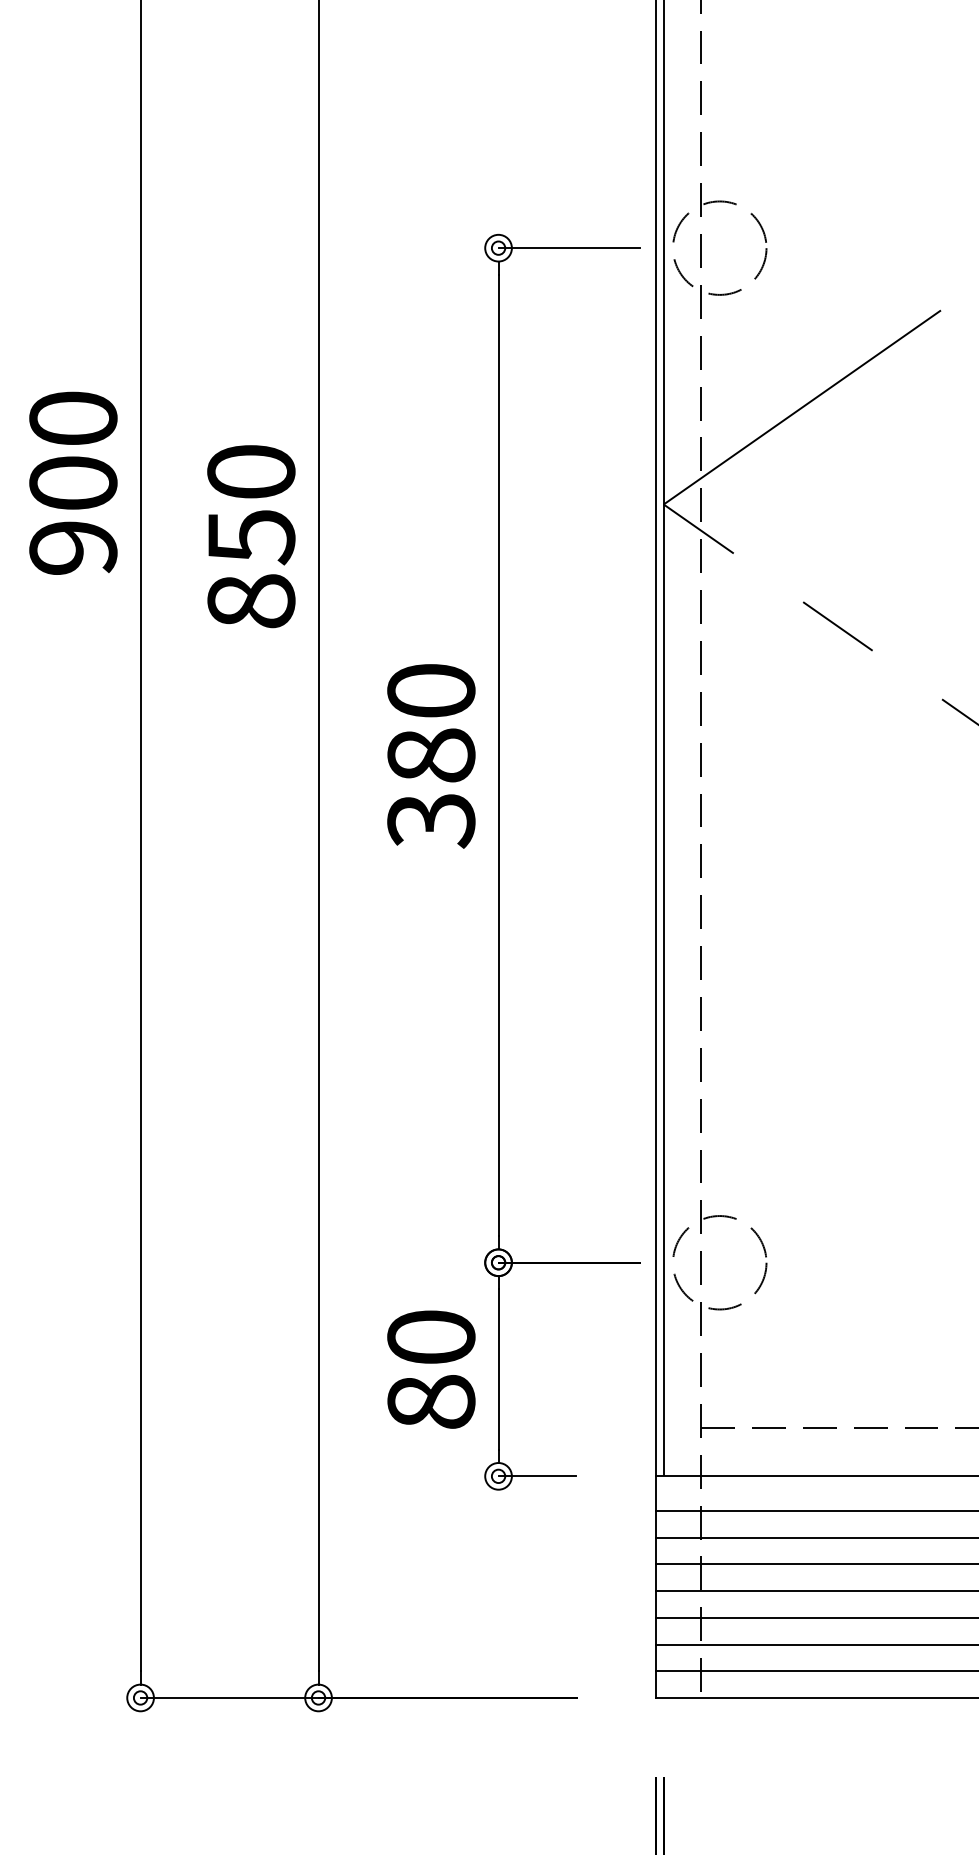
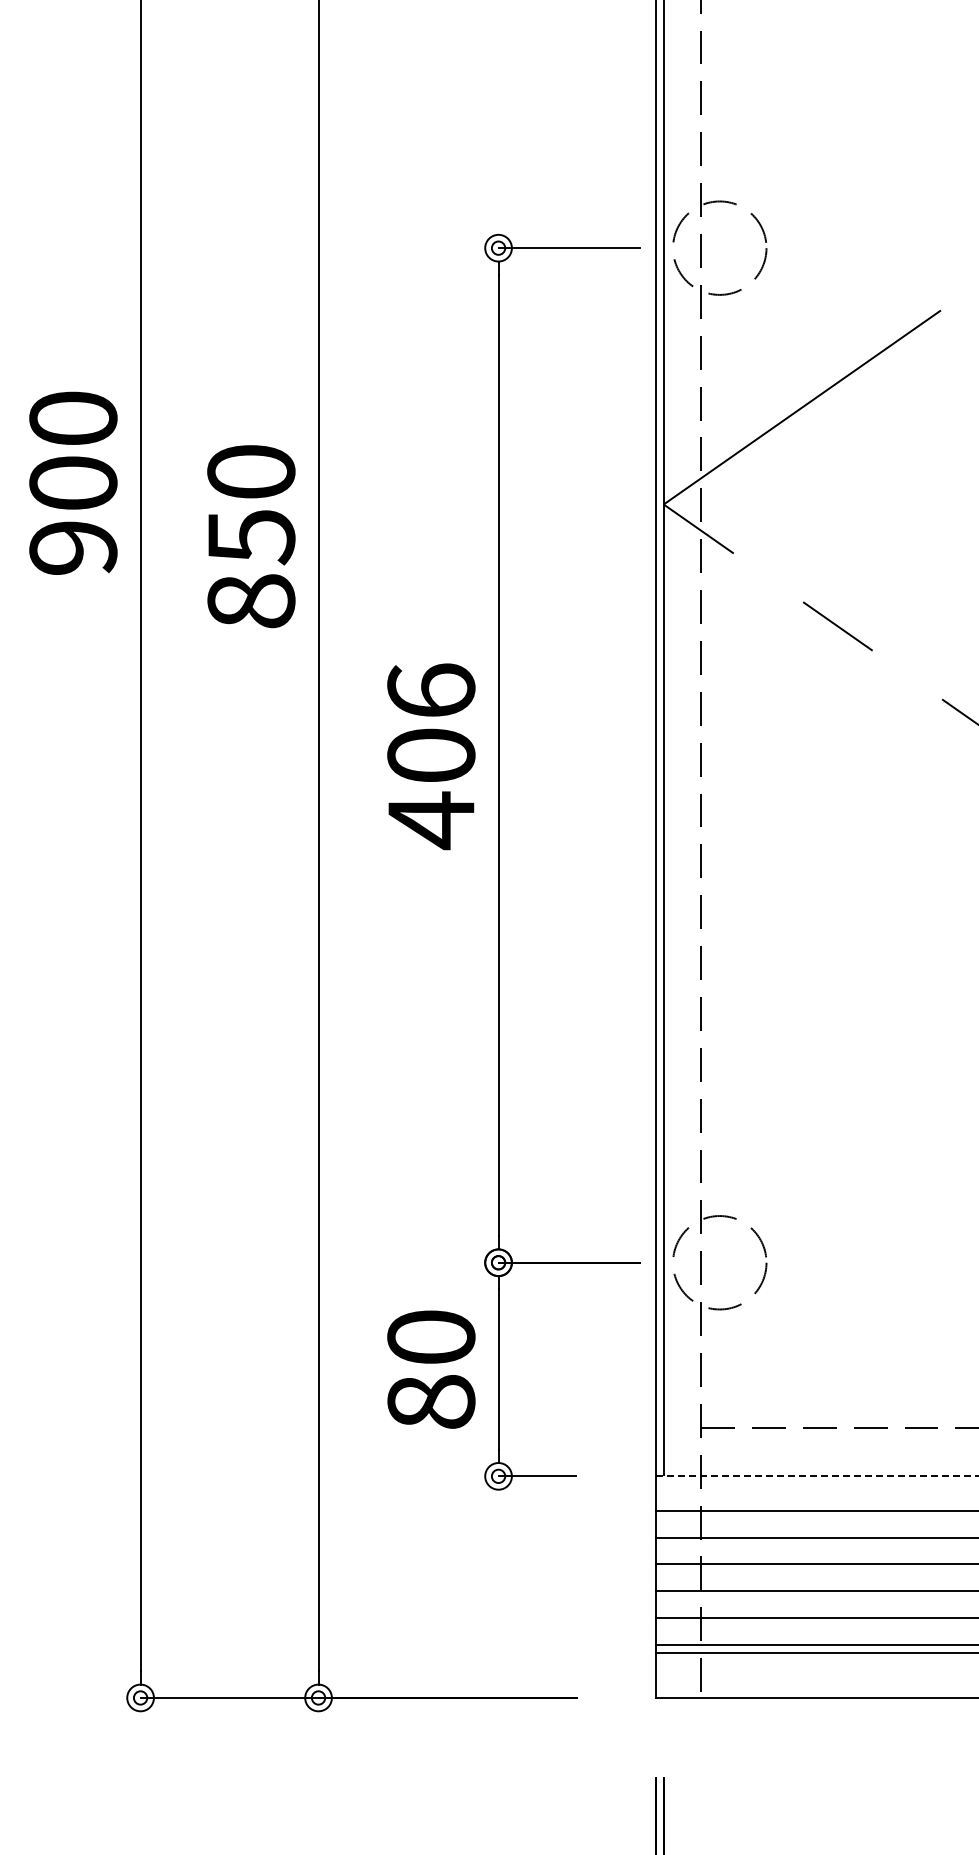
text at (431, 756): 380 -> 406
line at (817, 1476): solid -> dashed
line at (815, 1671) position: (815, 1671) -> (815, 1653)
